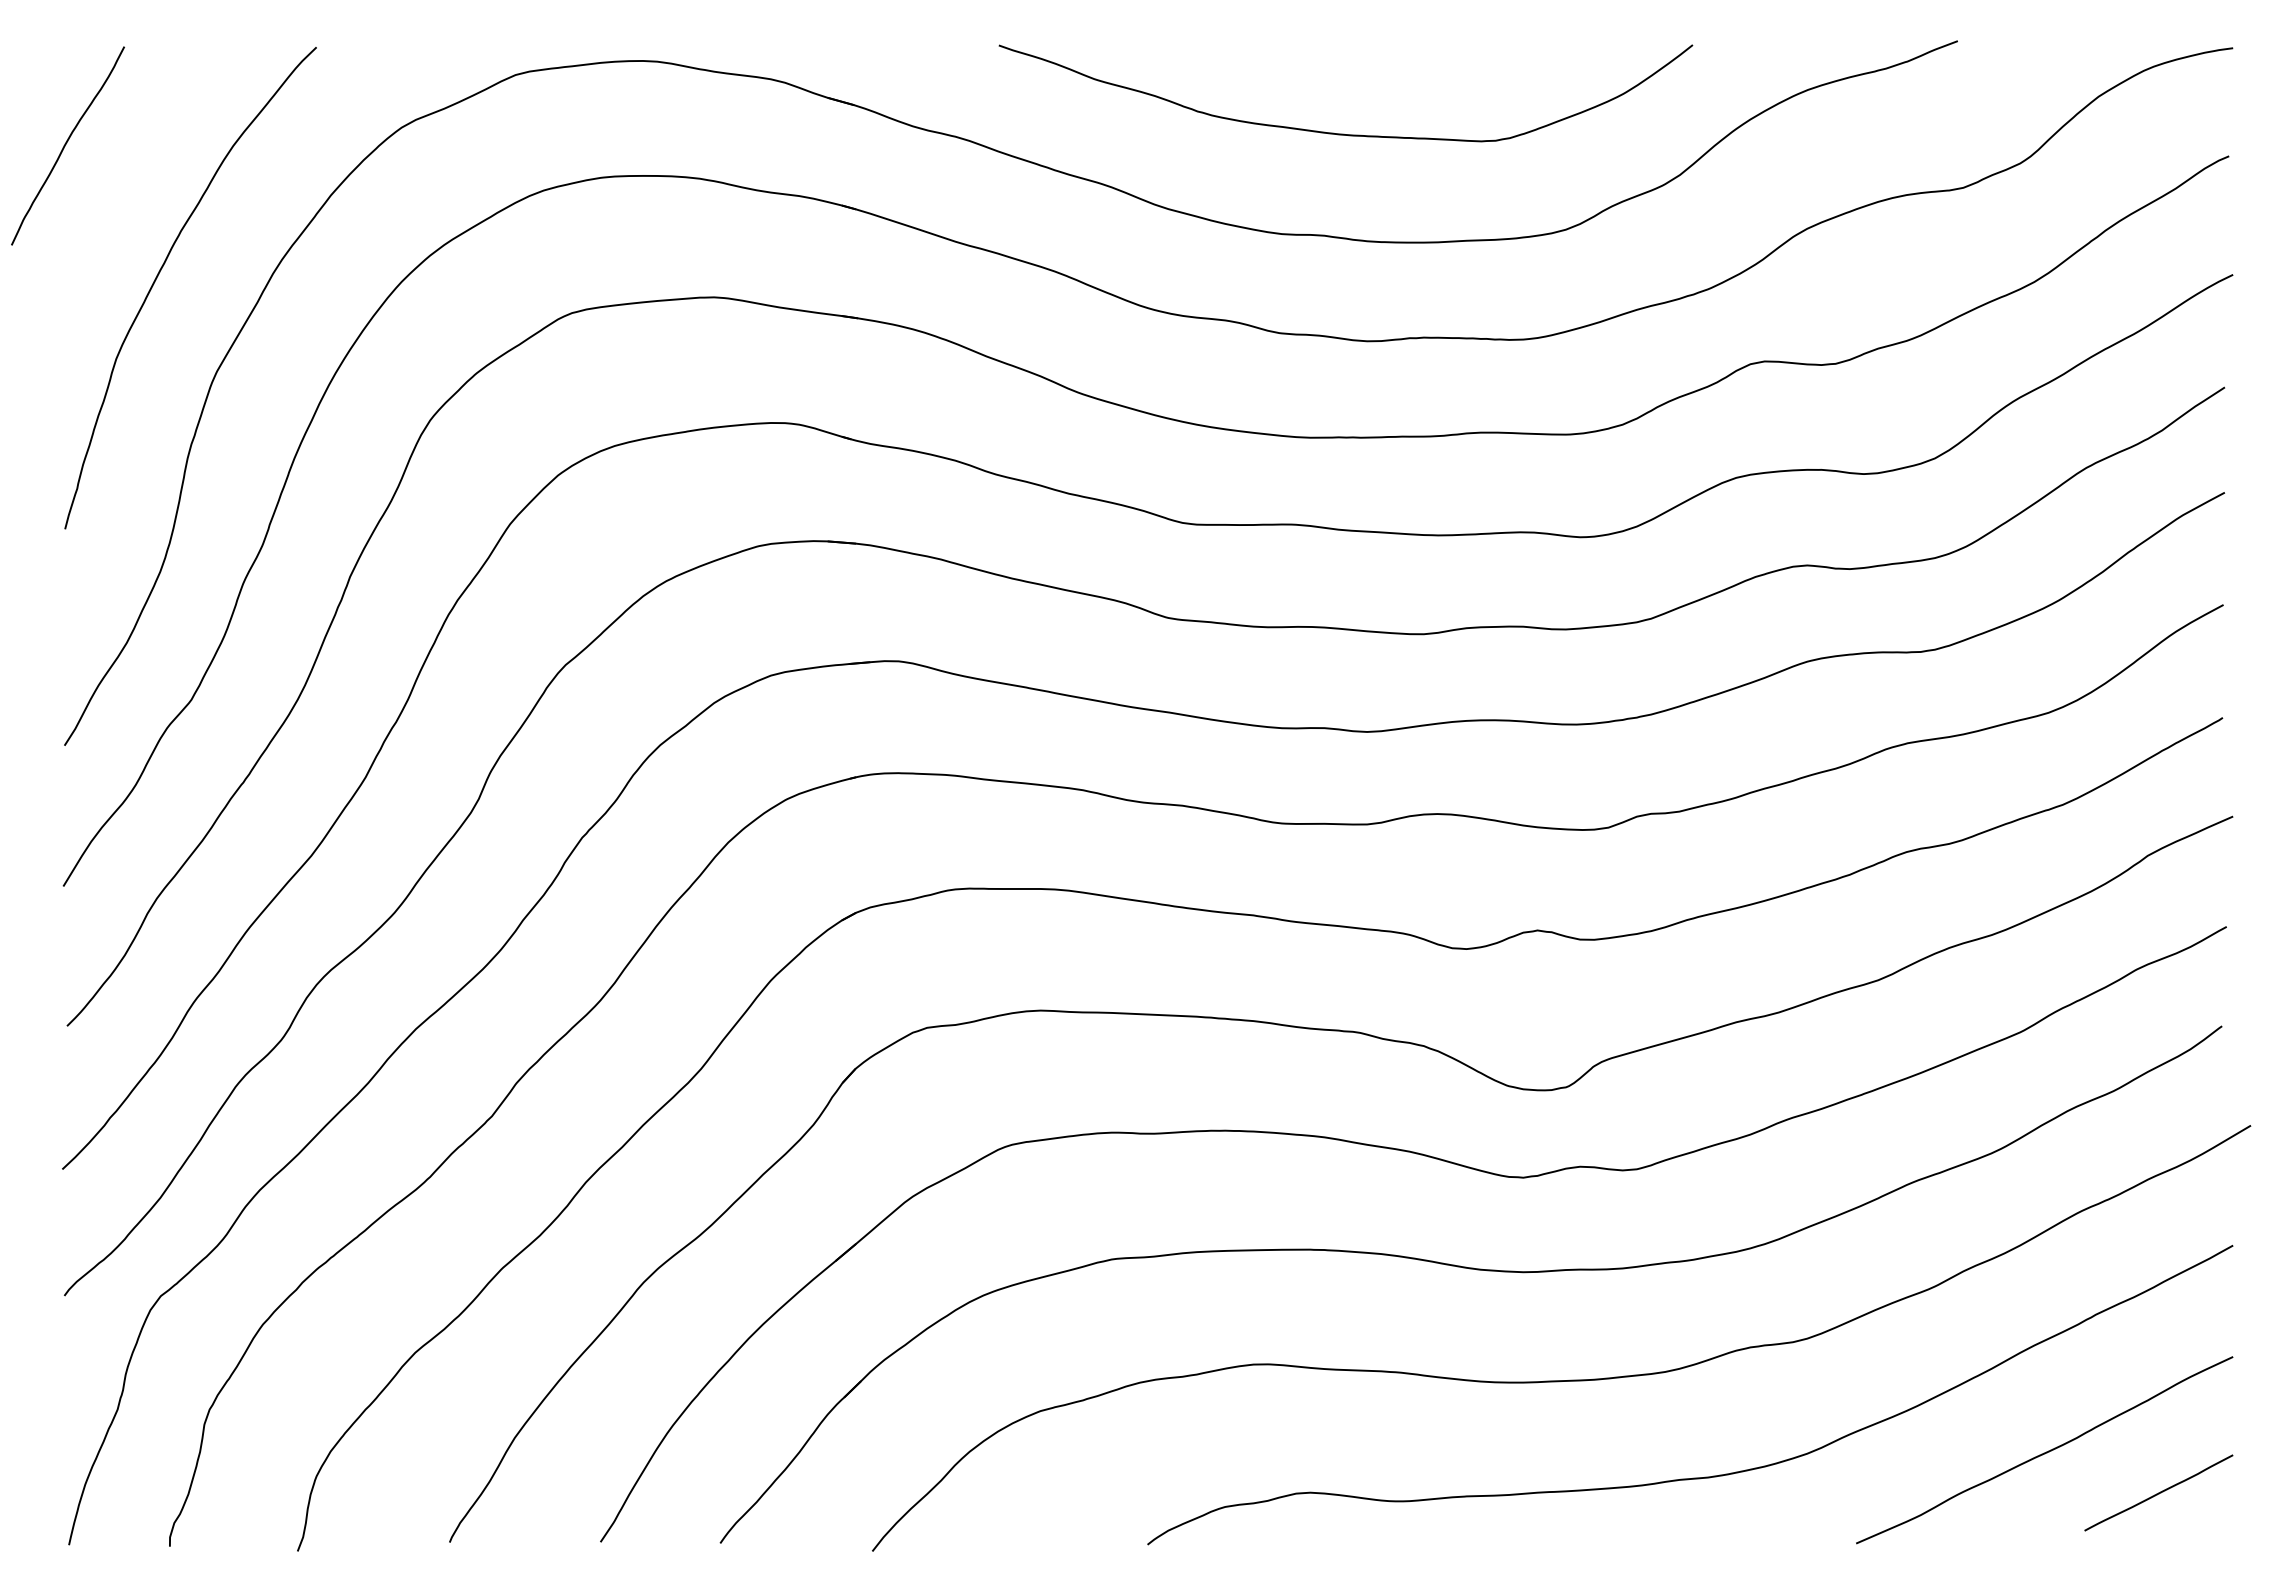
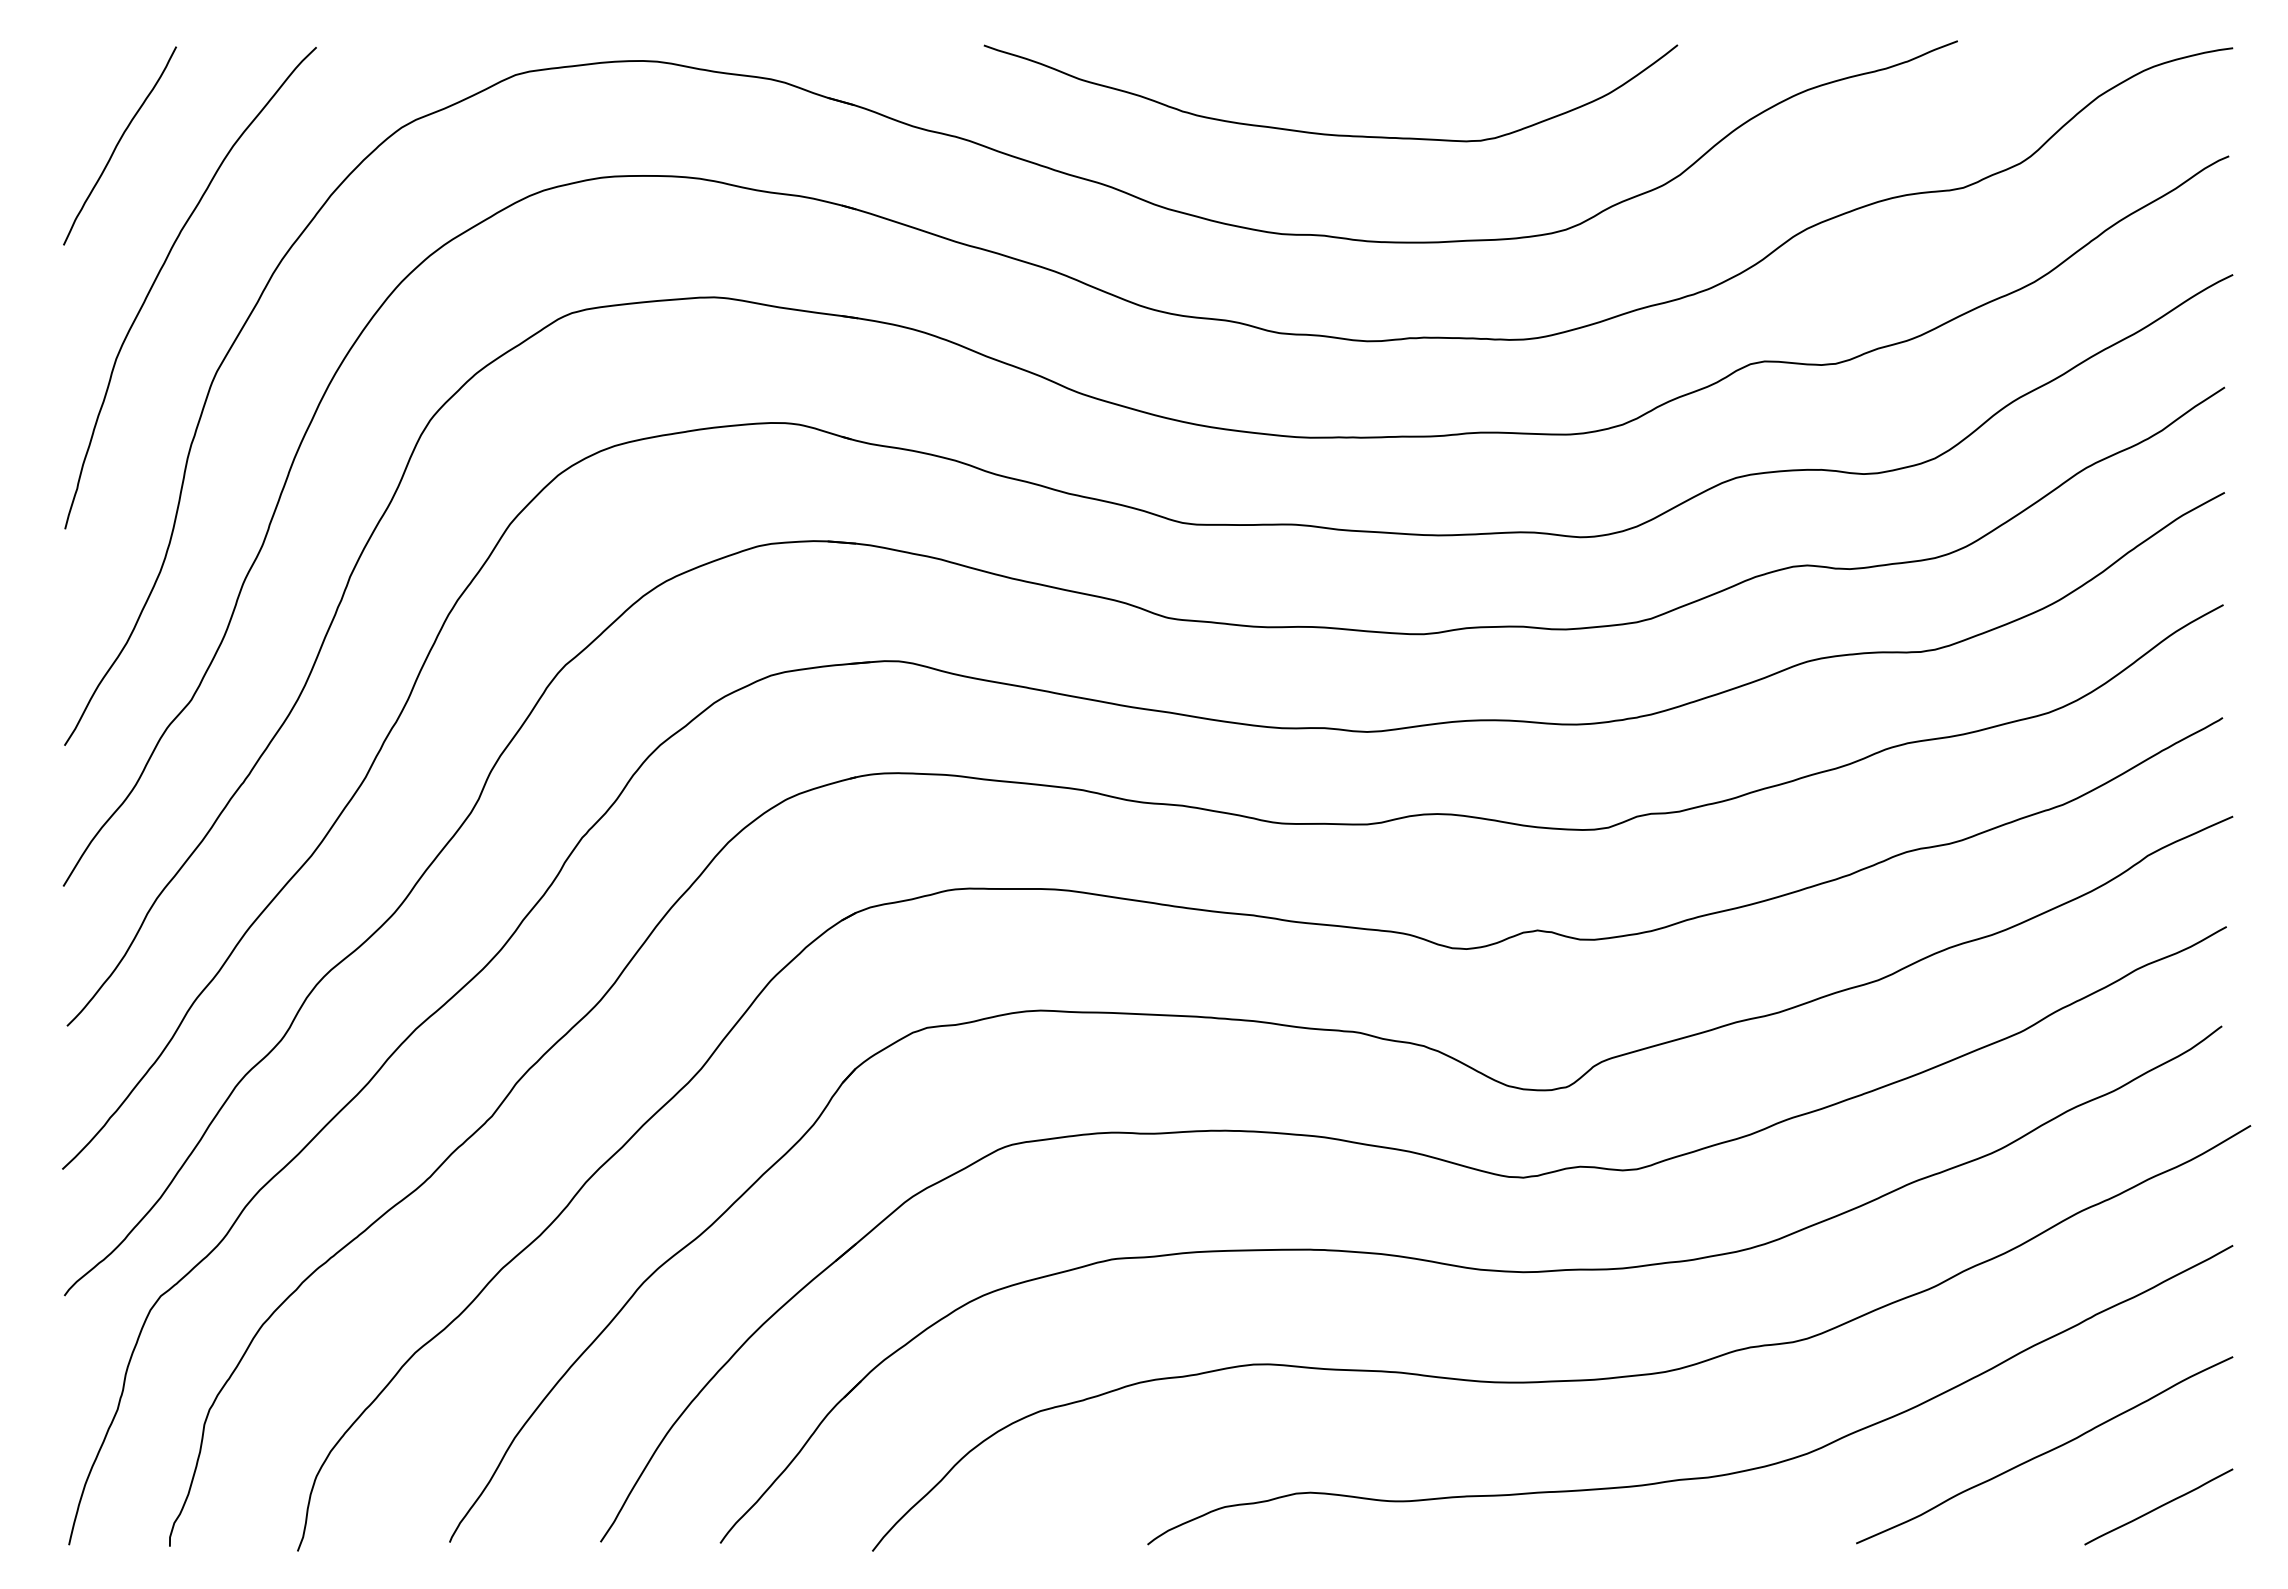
curve at (1344, 133) position: (1344, 133) -> (1329, 133)
curve at (66, 144) position: (66, 144) -> (118, 144)
line at (2158, 1492) position: (2158, 1492) -> (2158, 1506)
